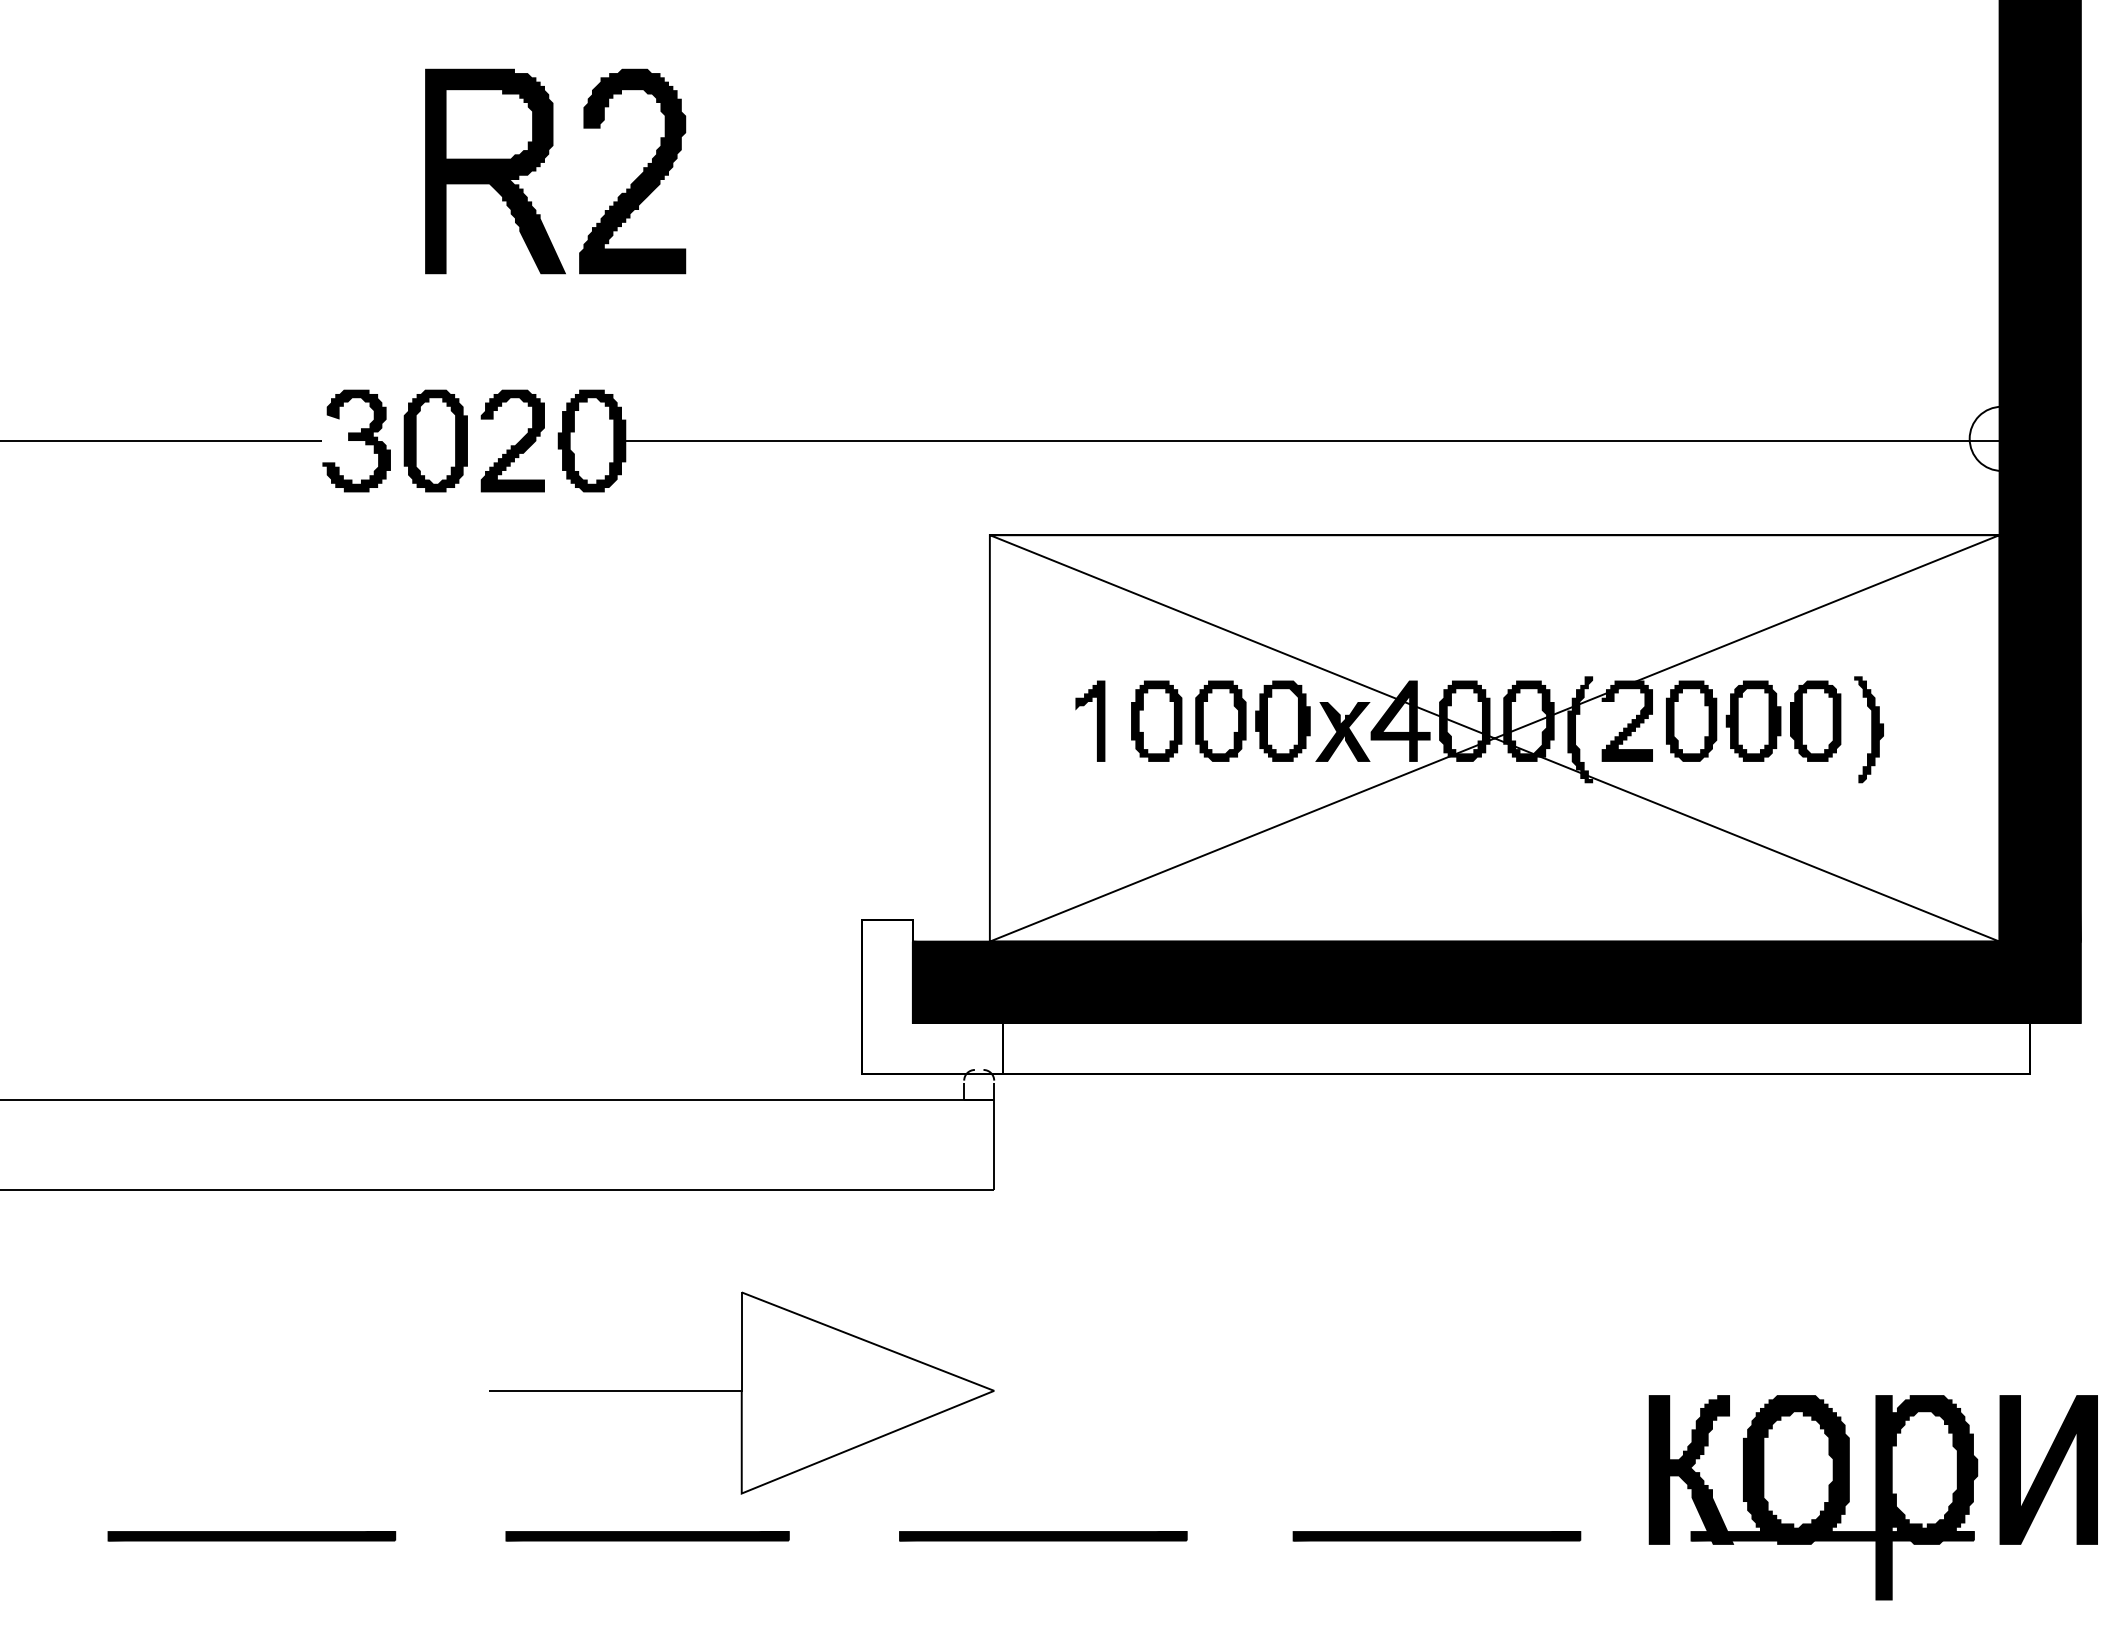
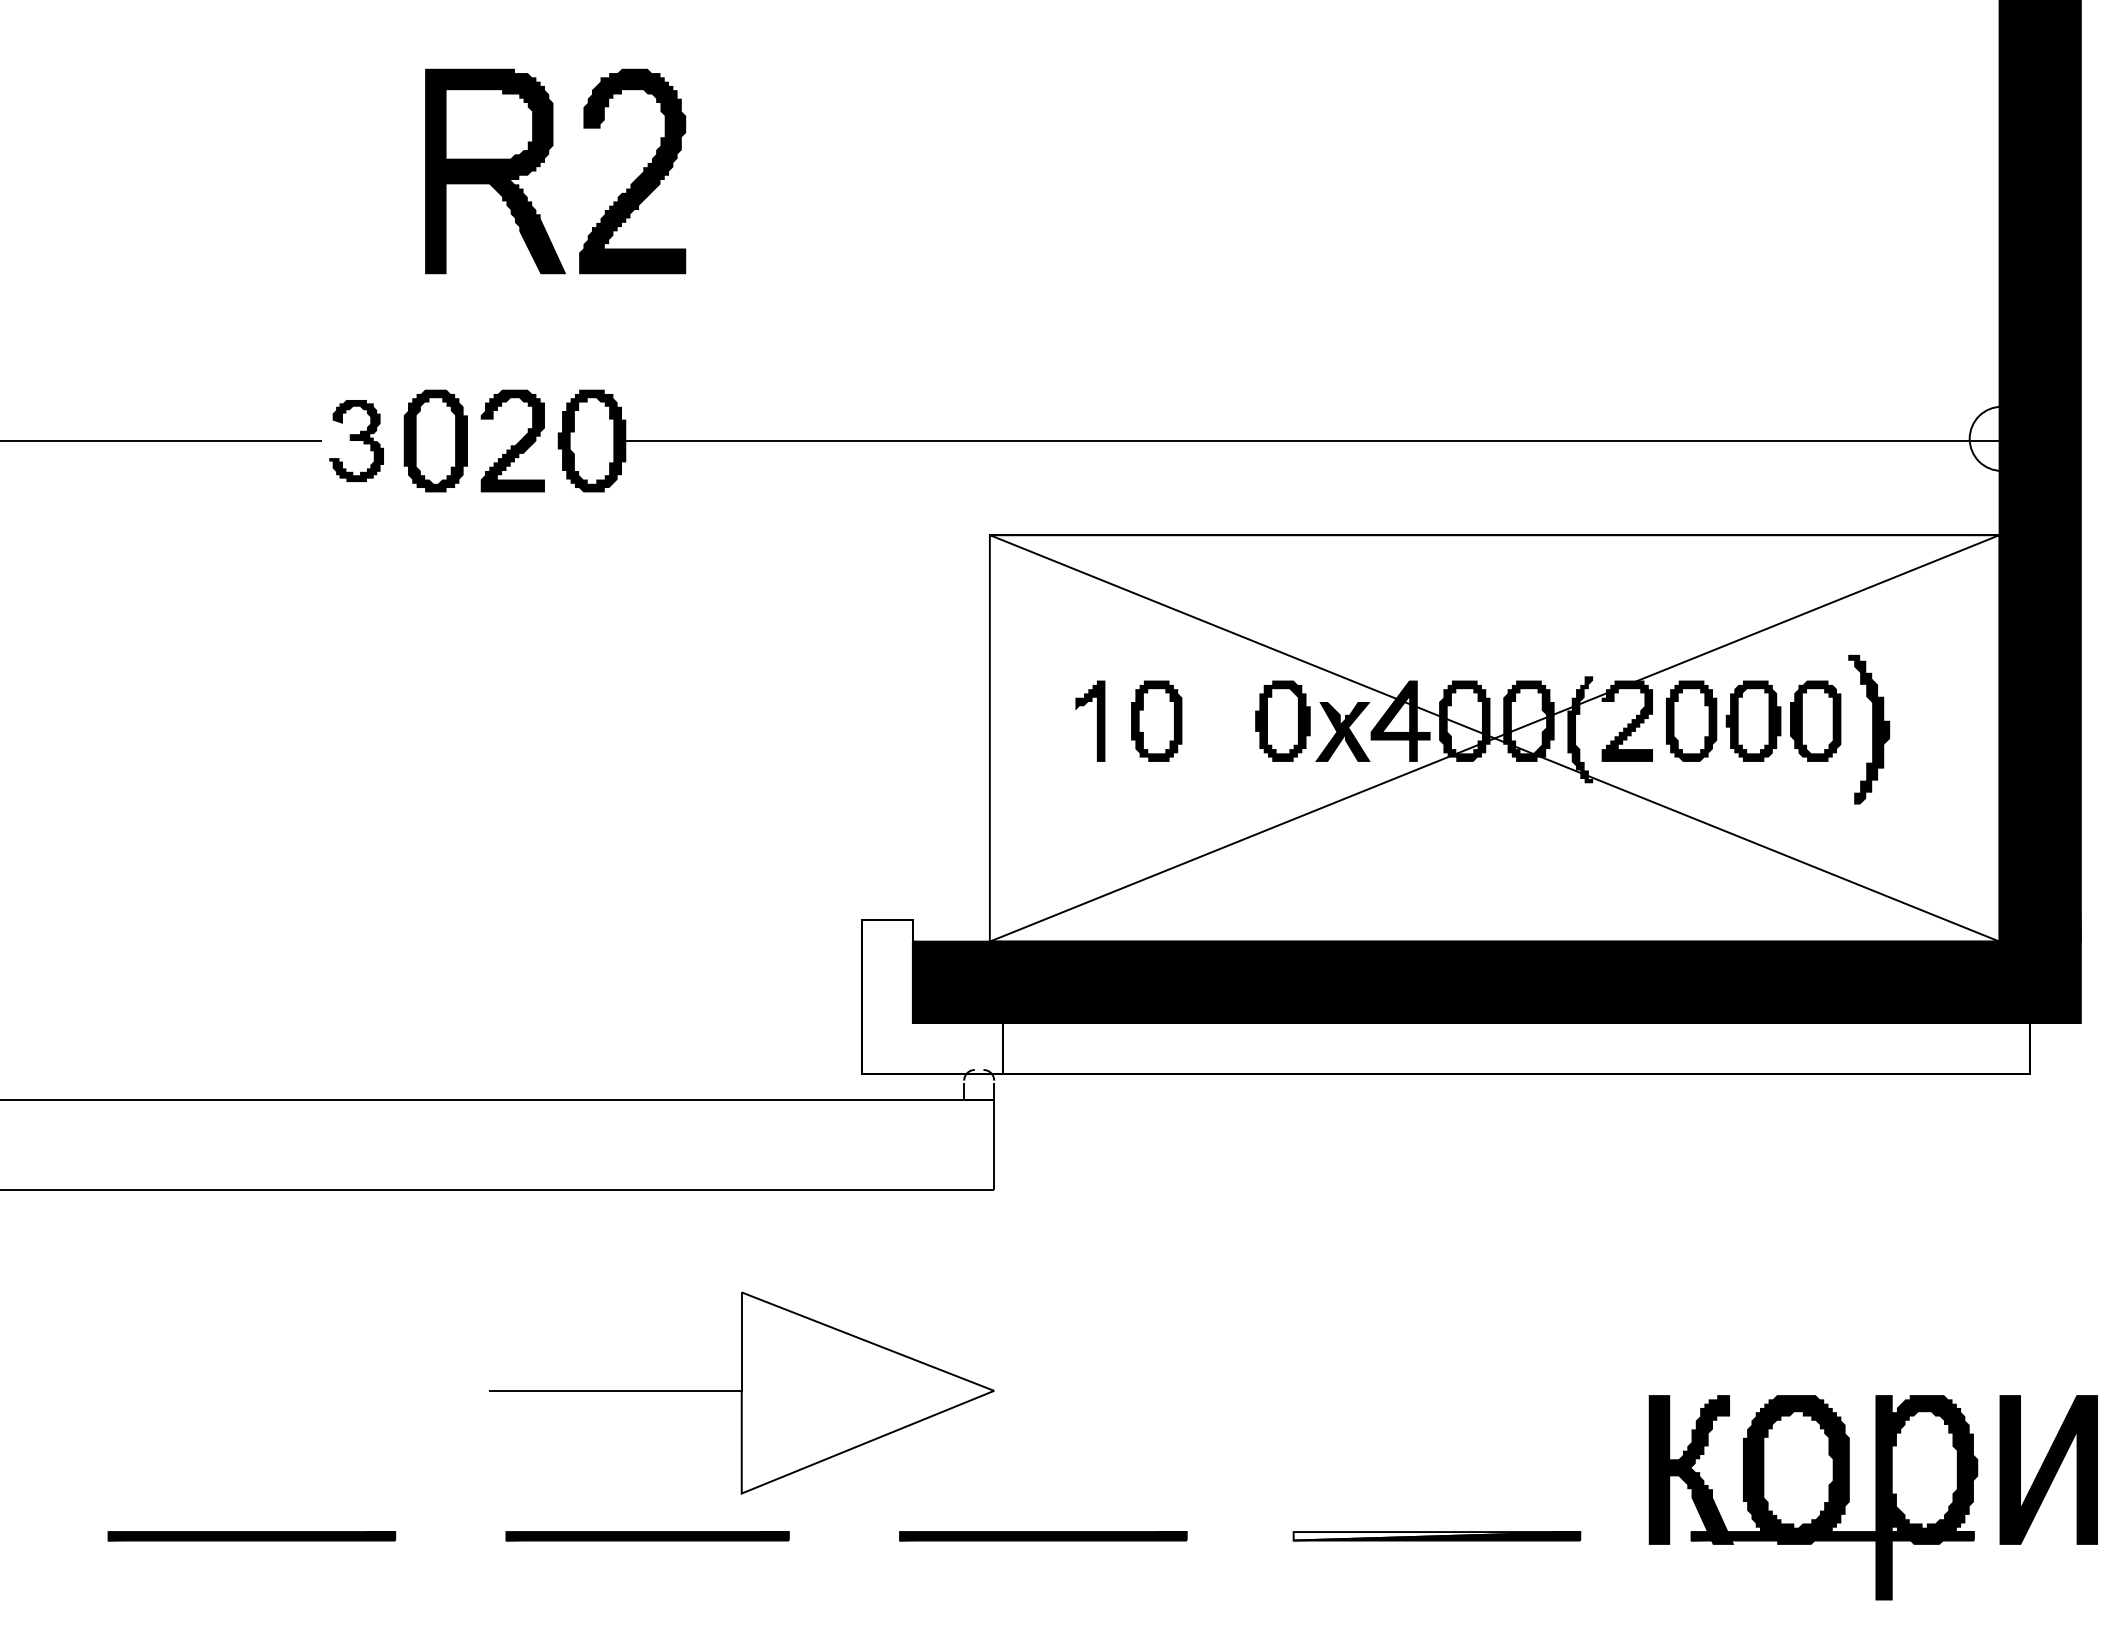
part at (356, 440) size: 69x104 px -> 55x82 px
part at (1220, 720): present -> none
part at (1868, 729) size: 30x108 px -> 43x151 px
fill at (1436, 1536): present -> none
